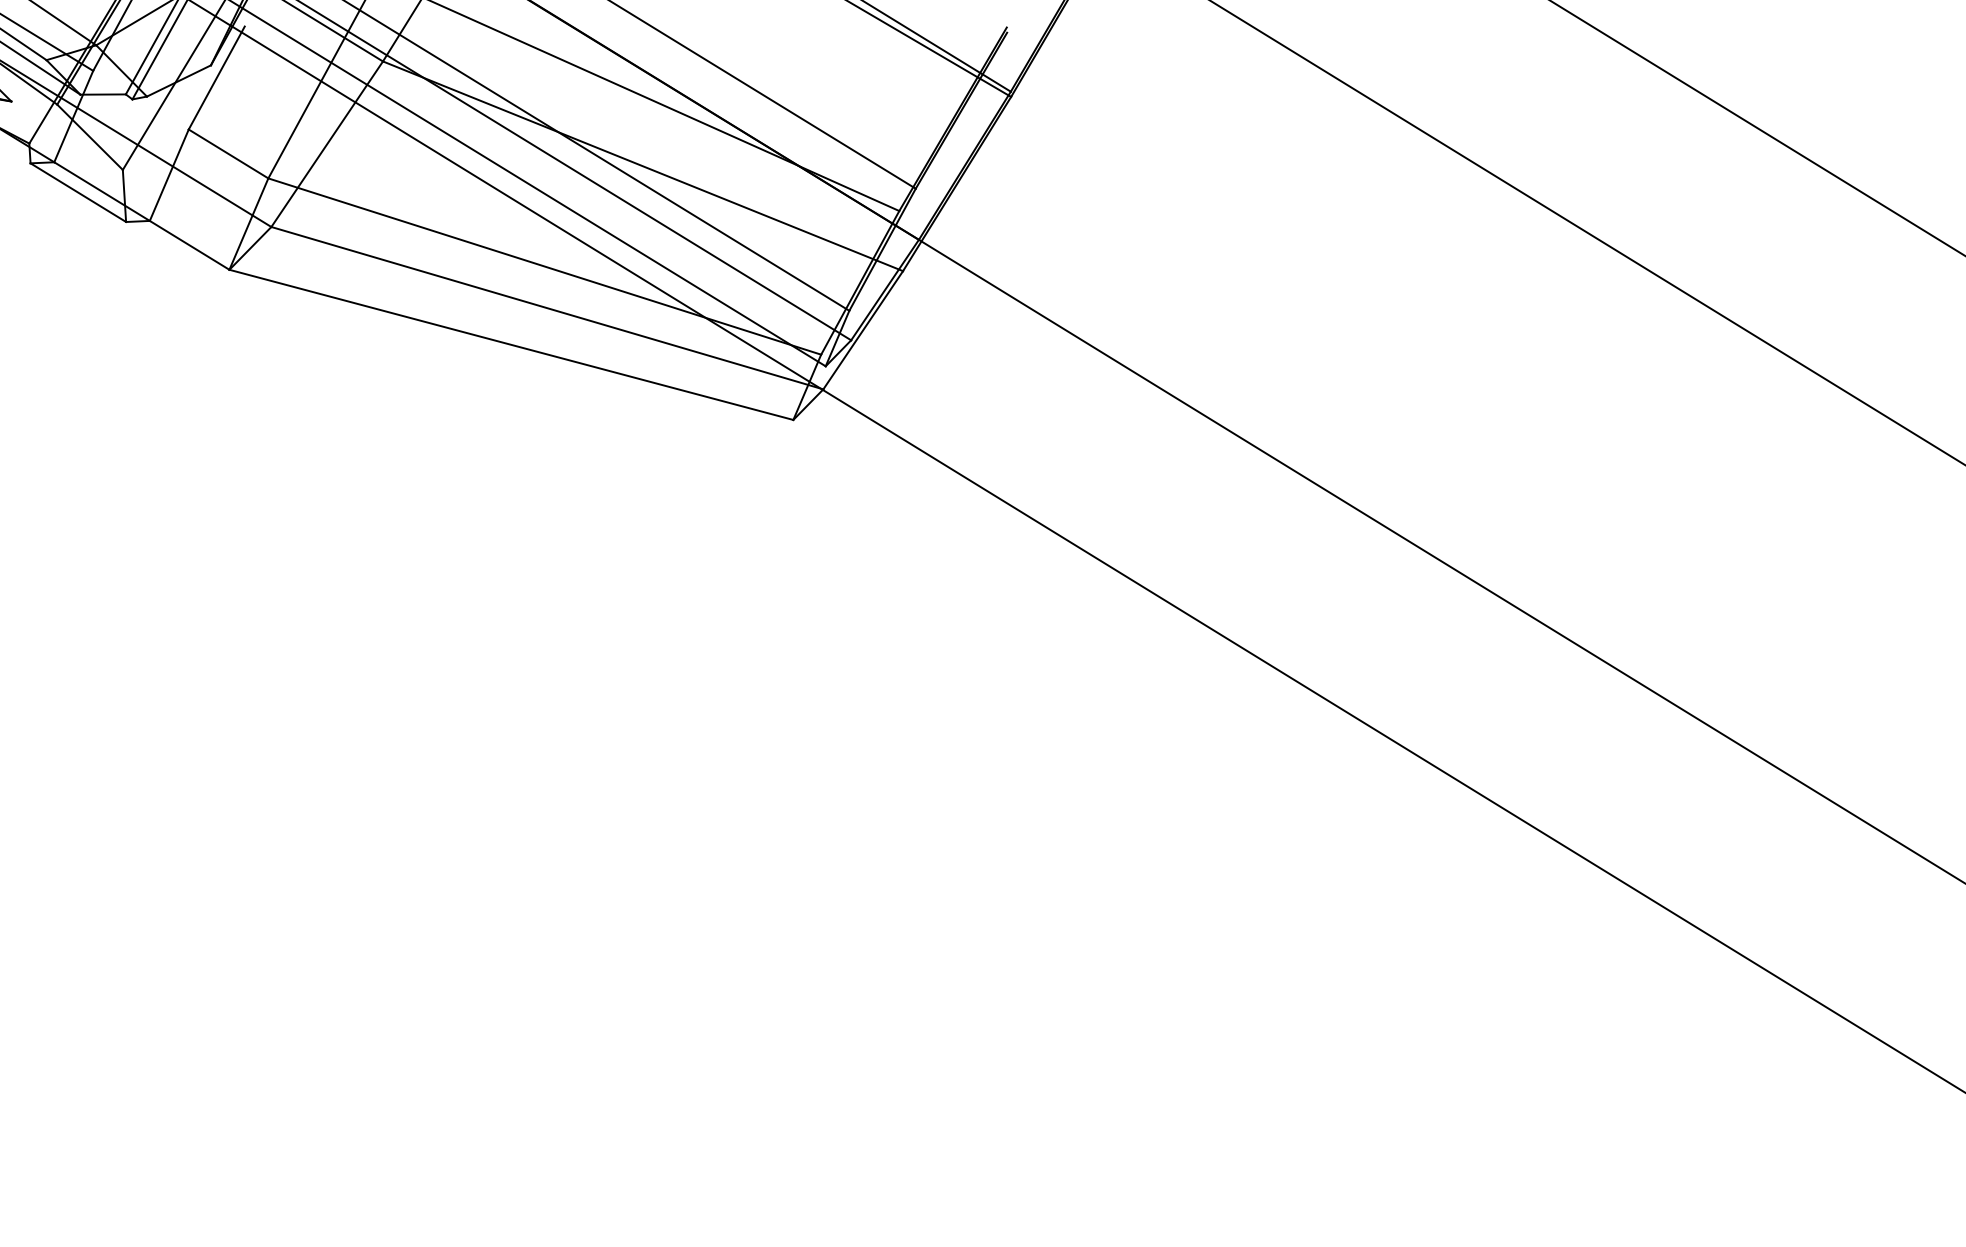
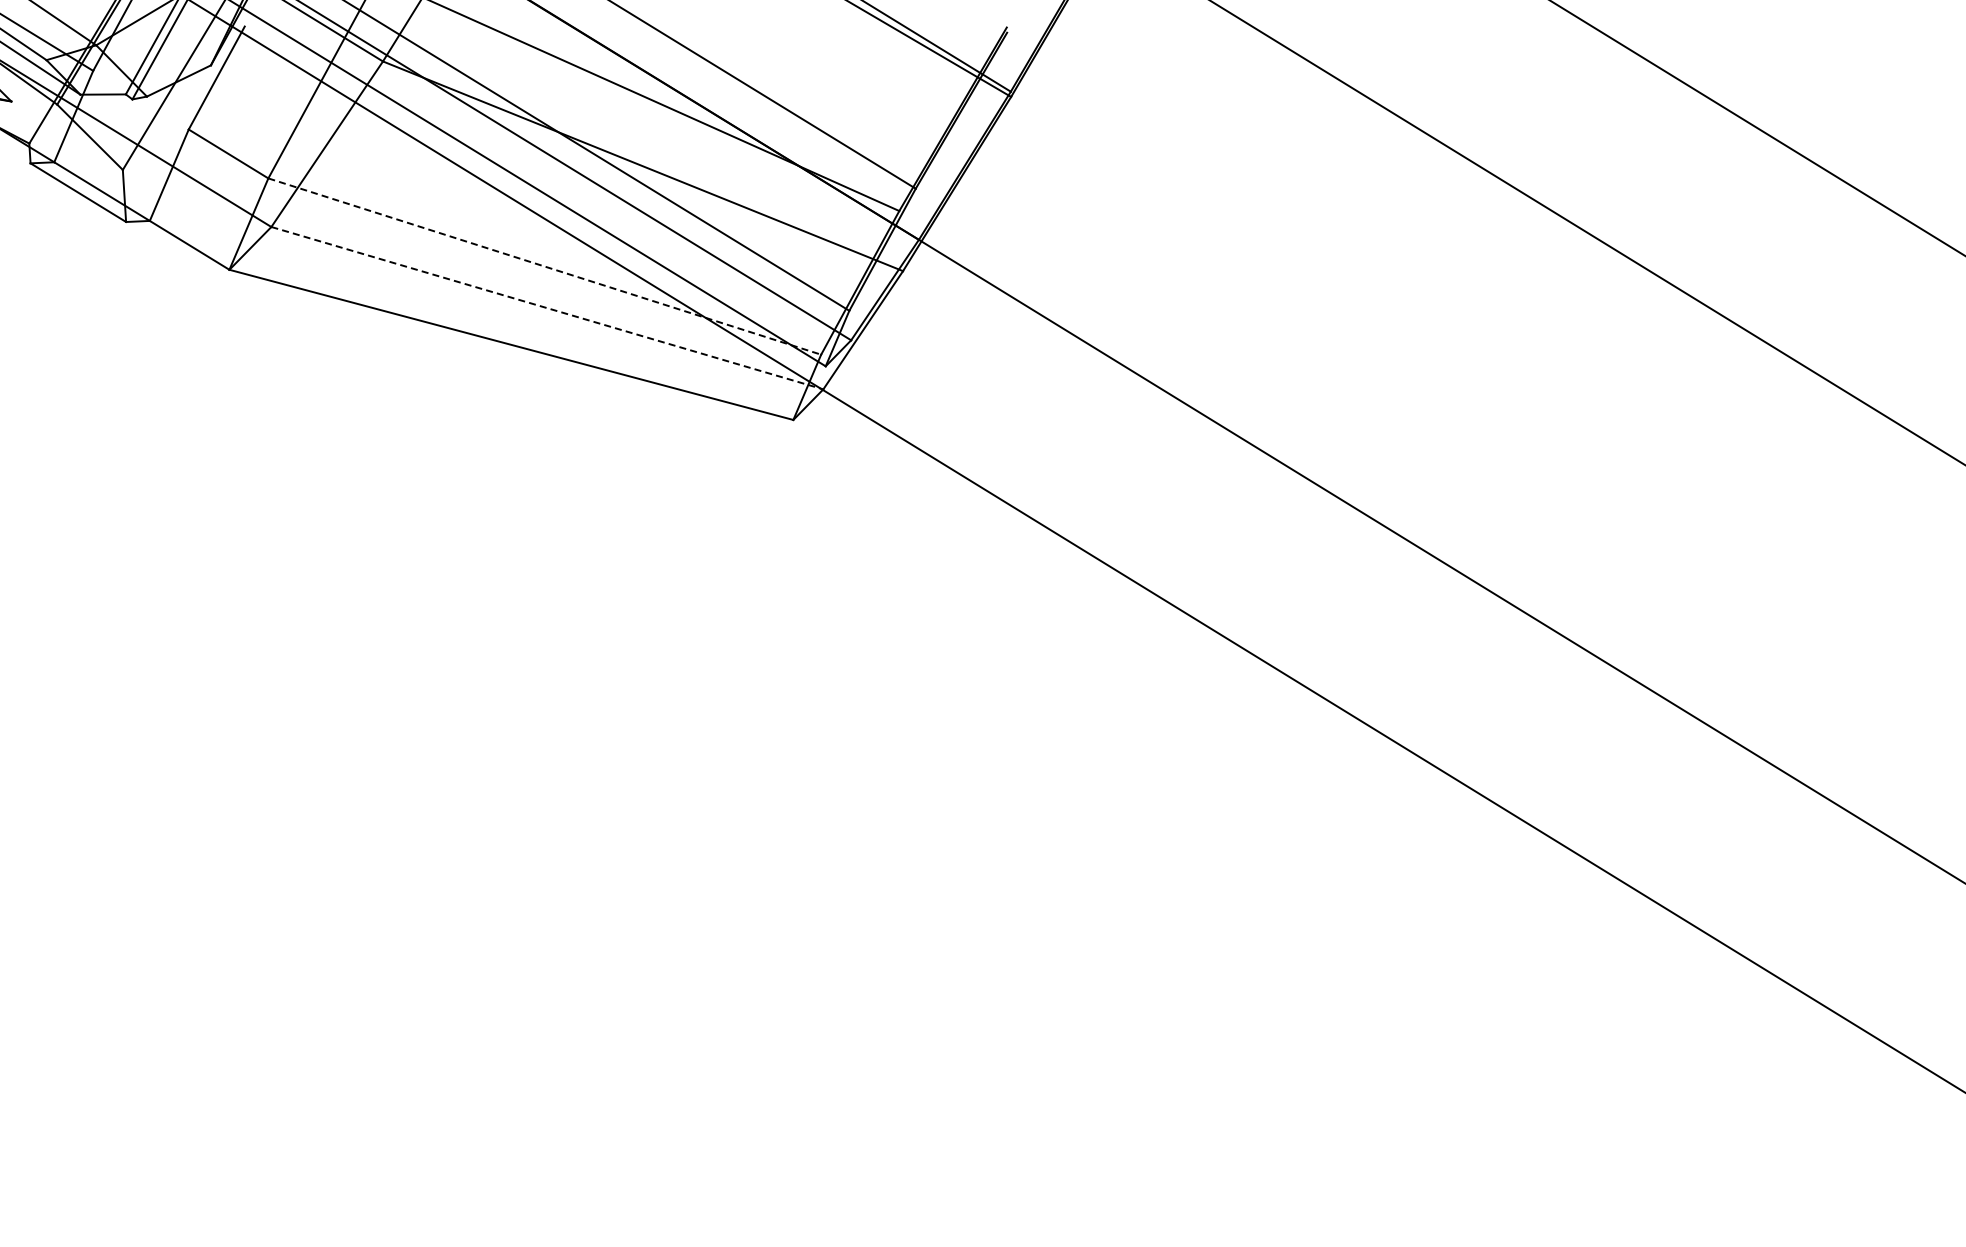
line at (545, 266): solid -> dashed
line at (547, 308): solid -> dashed
